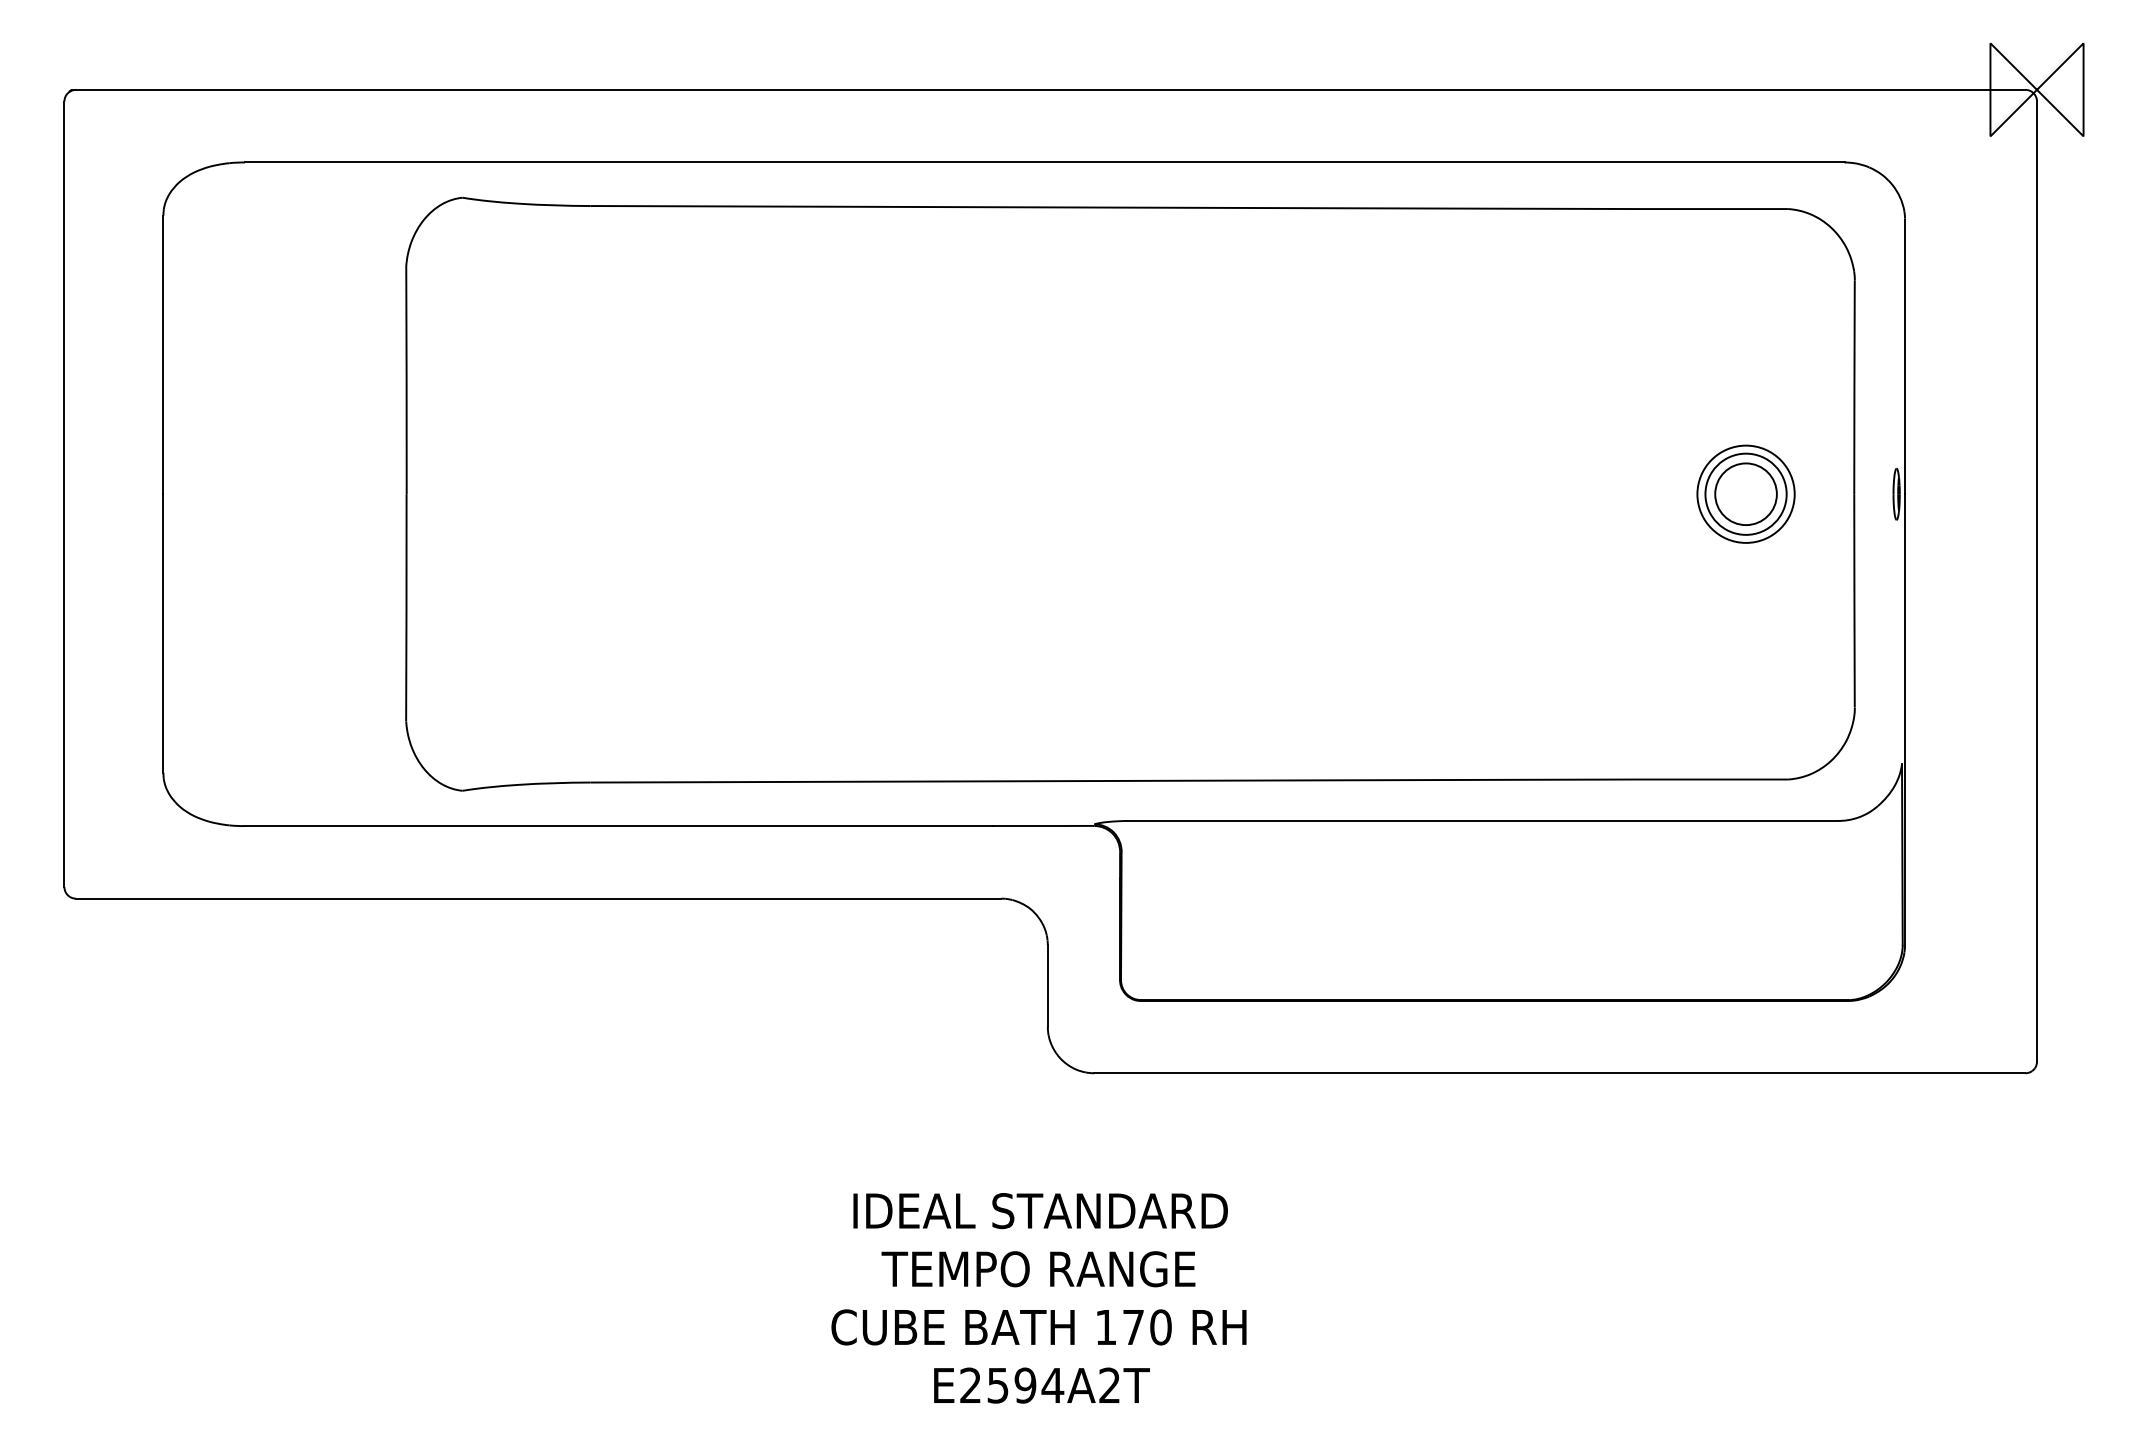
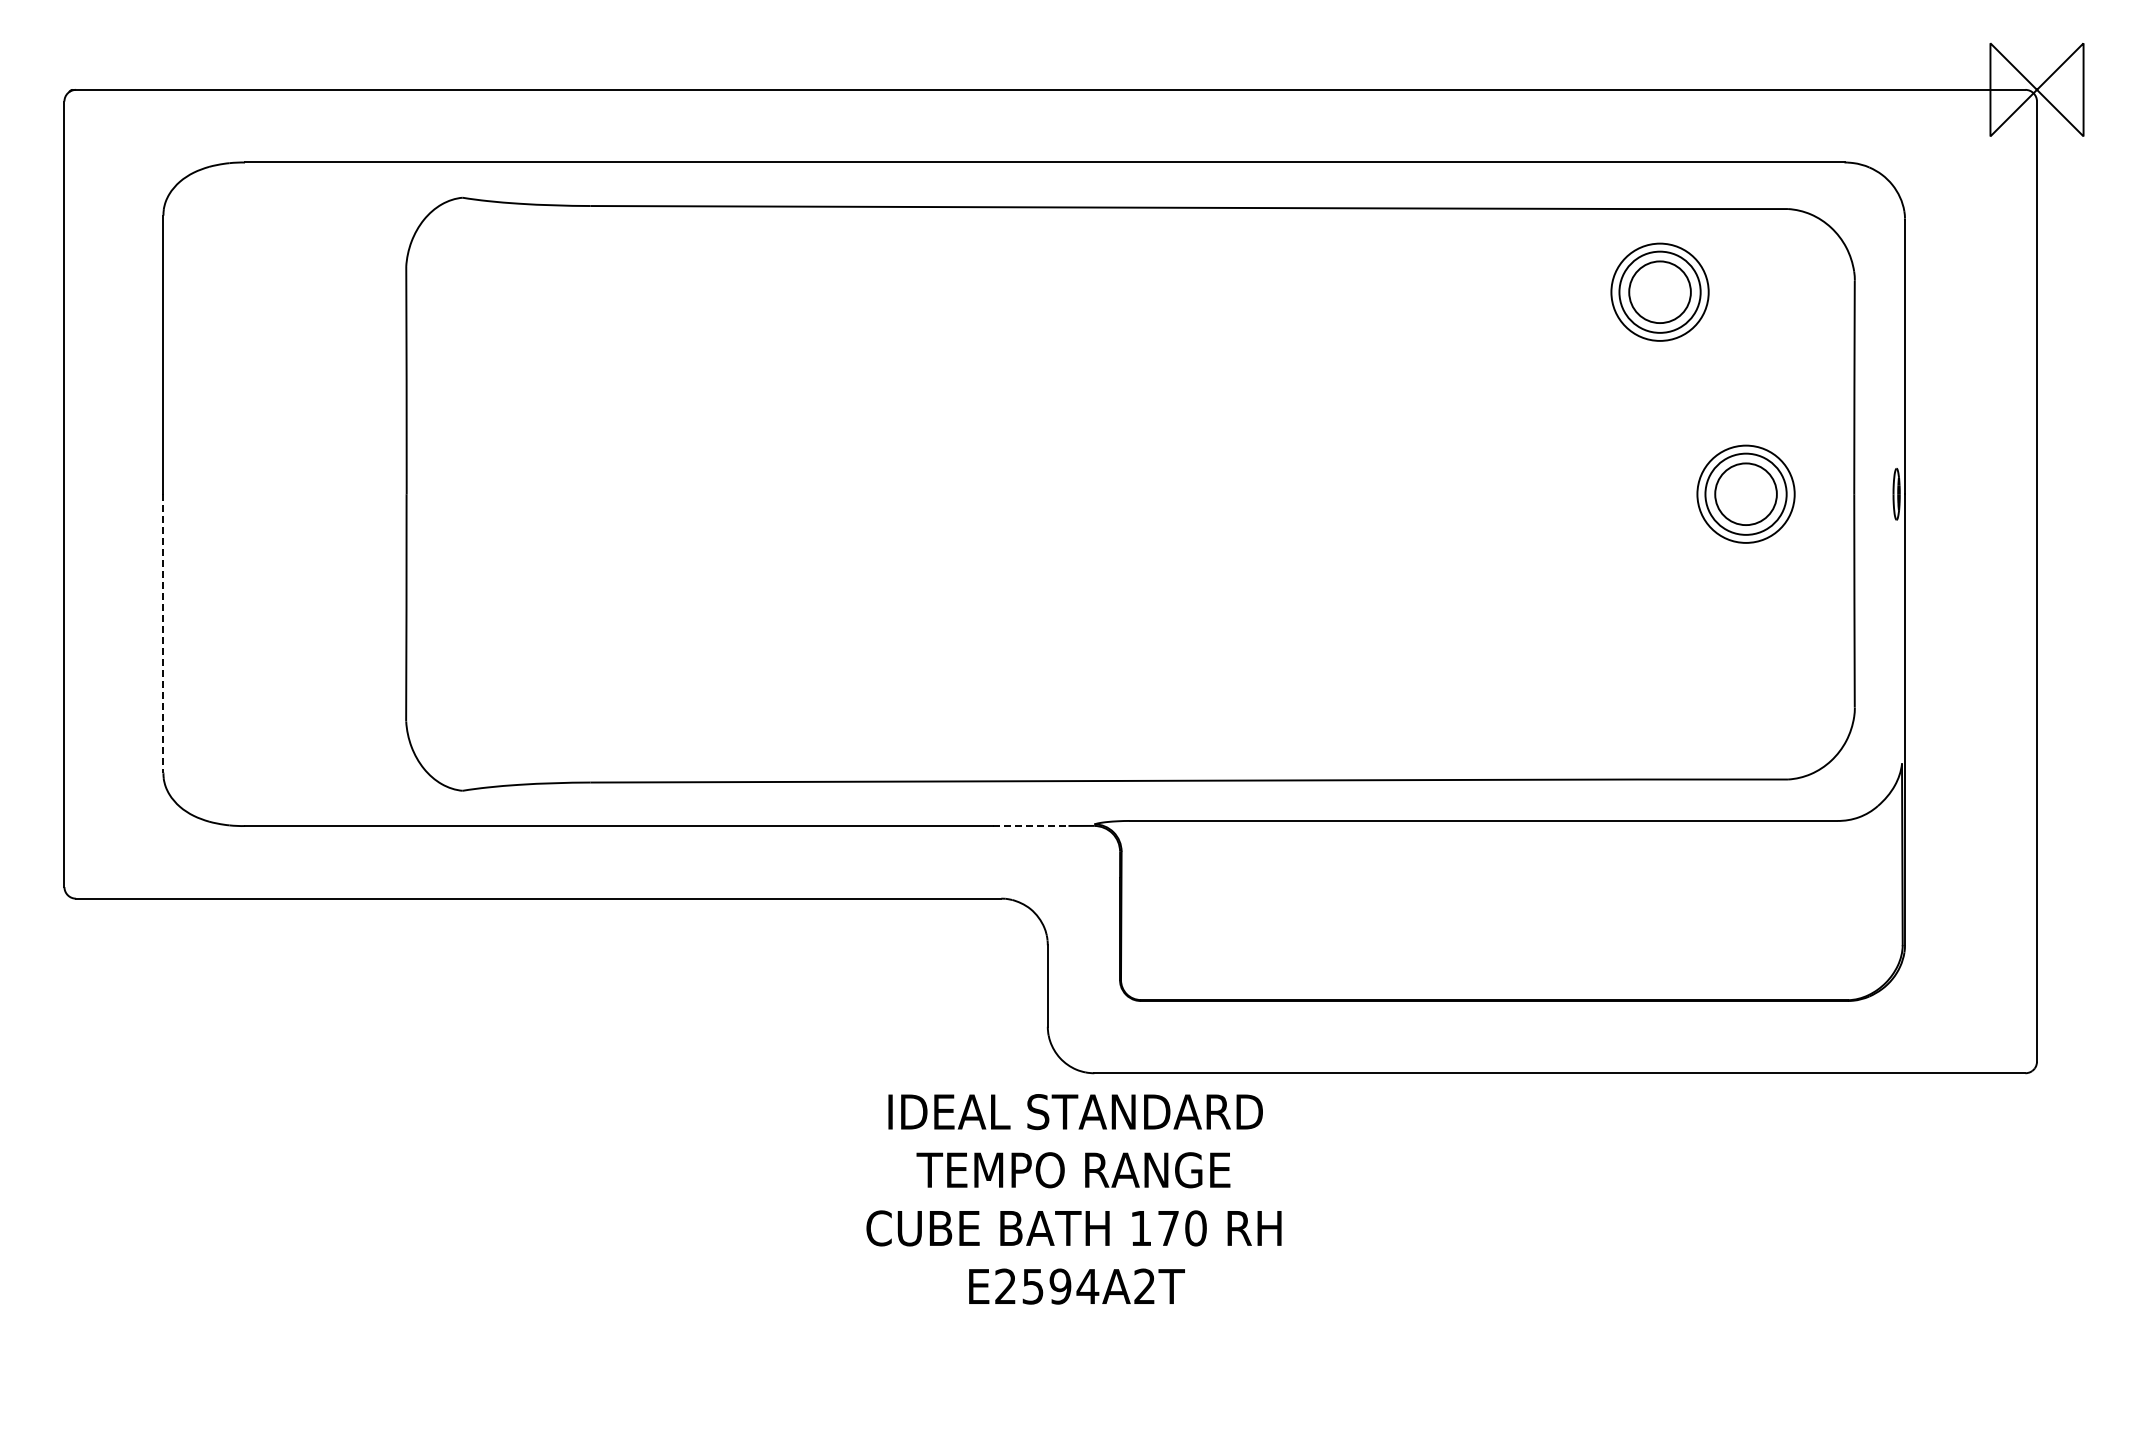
part at (1659, 291): none -> present
line at (163, 633): solid -> dashed
line at (1030, 826): solid -> dashed
text at (1038, 1298) position: (1038, 1298) -> (1073, 1199)
